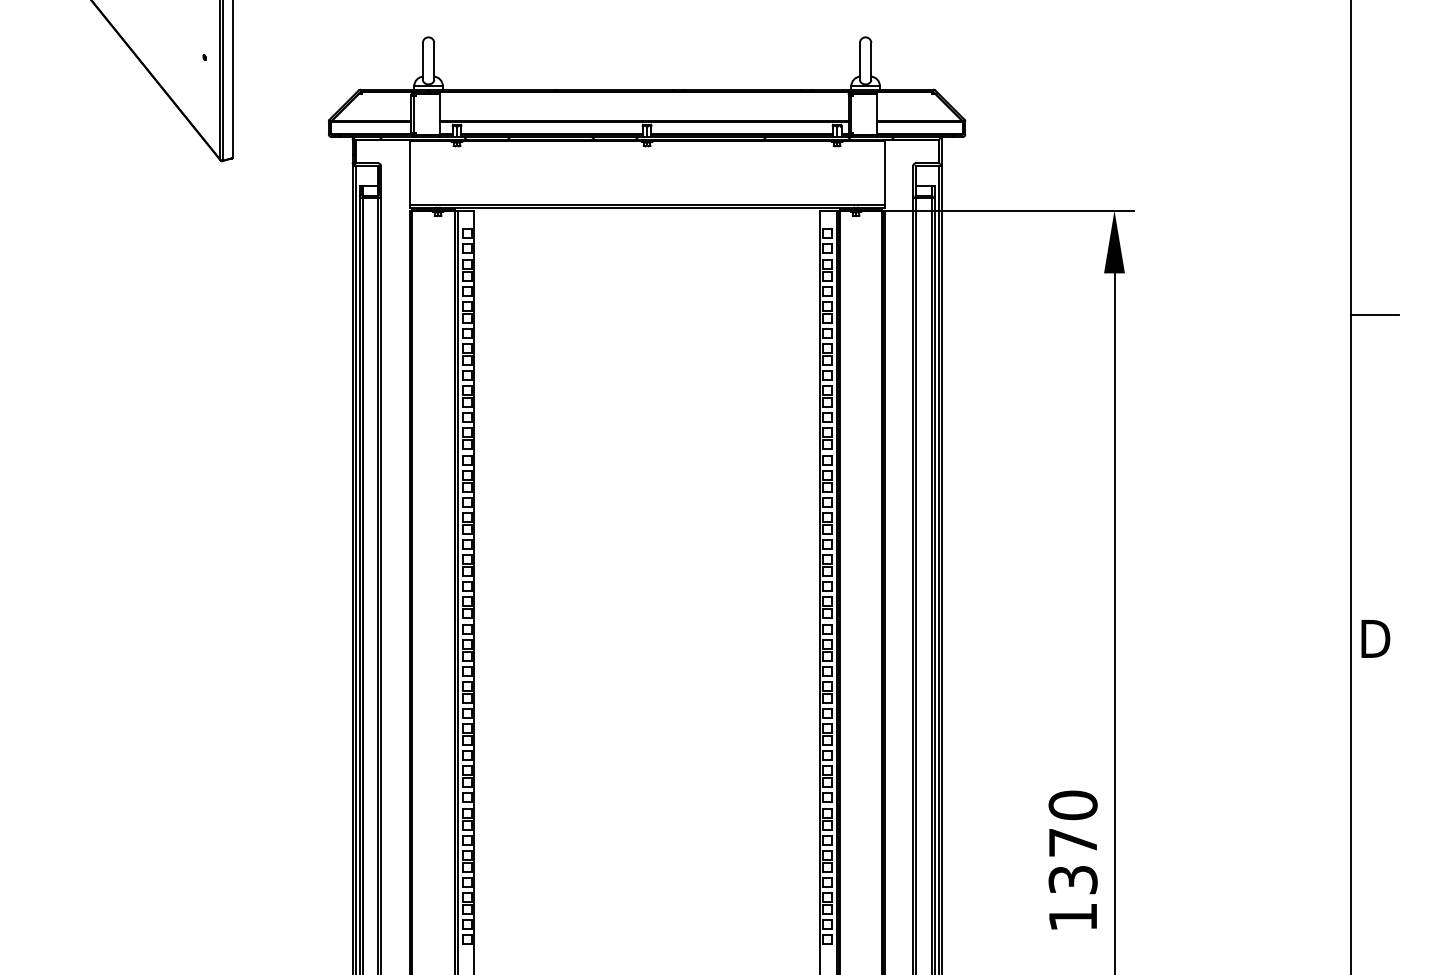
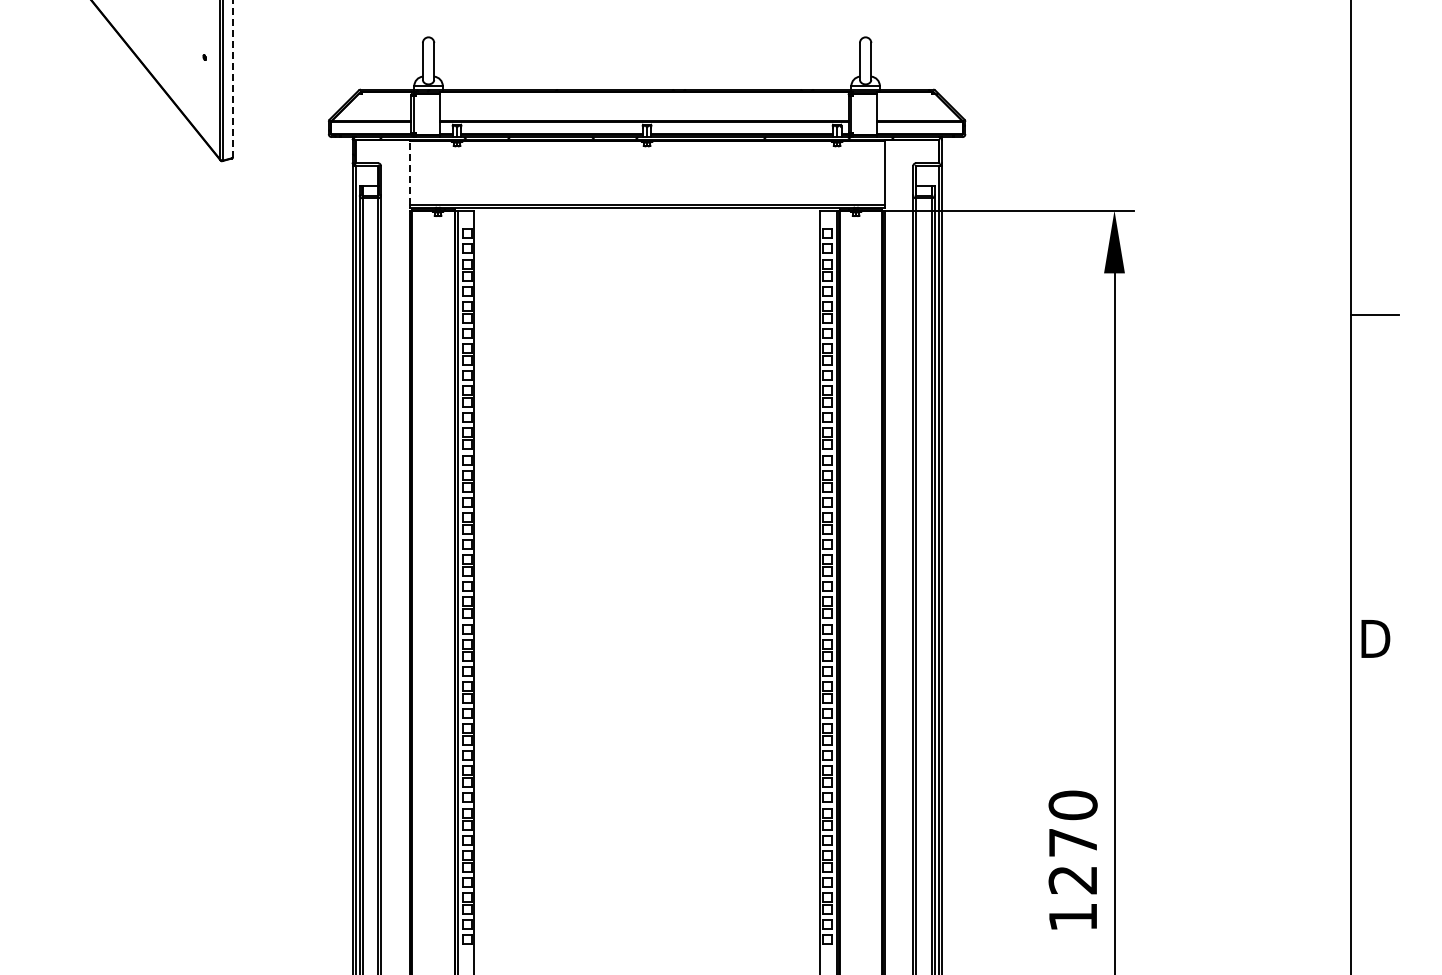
line at (232, 79): solid -> dashed
line at (409, 173): solid -> dashed
text at (1072, 880): 1370 -> 1270
